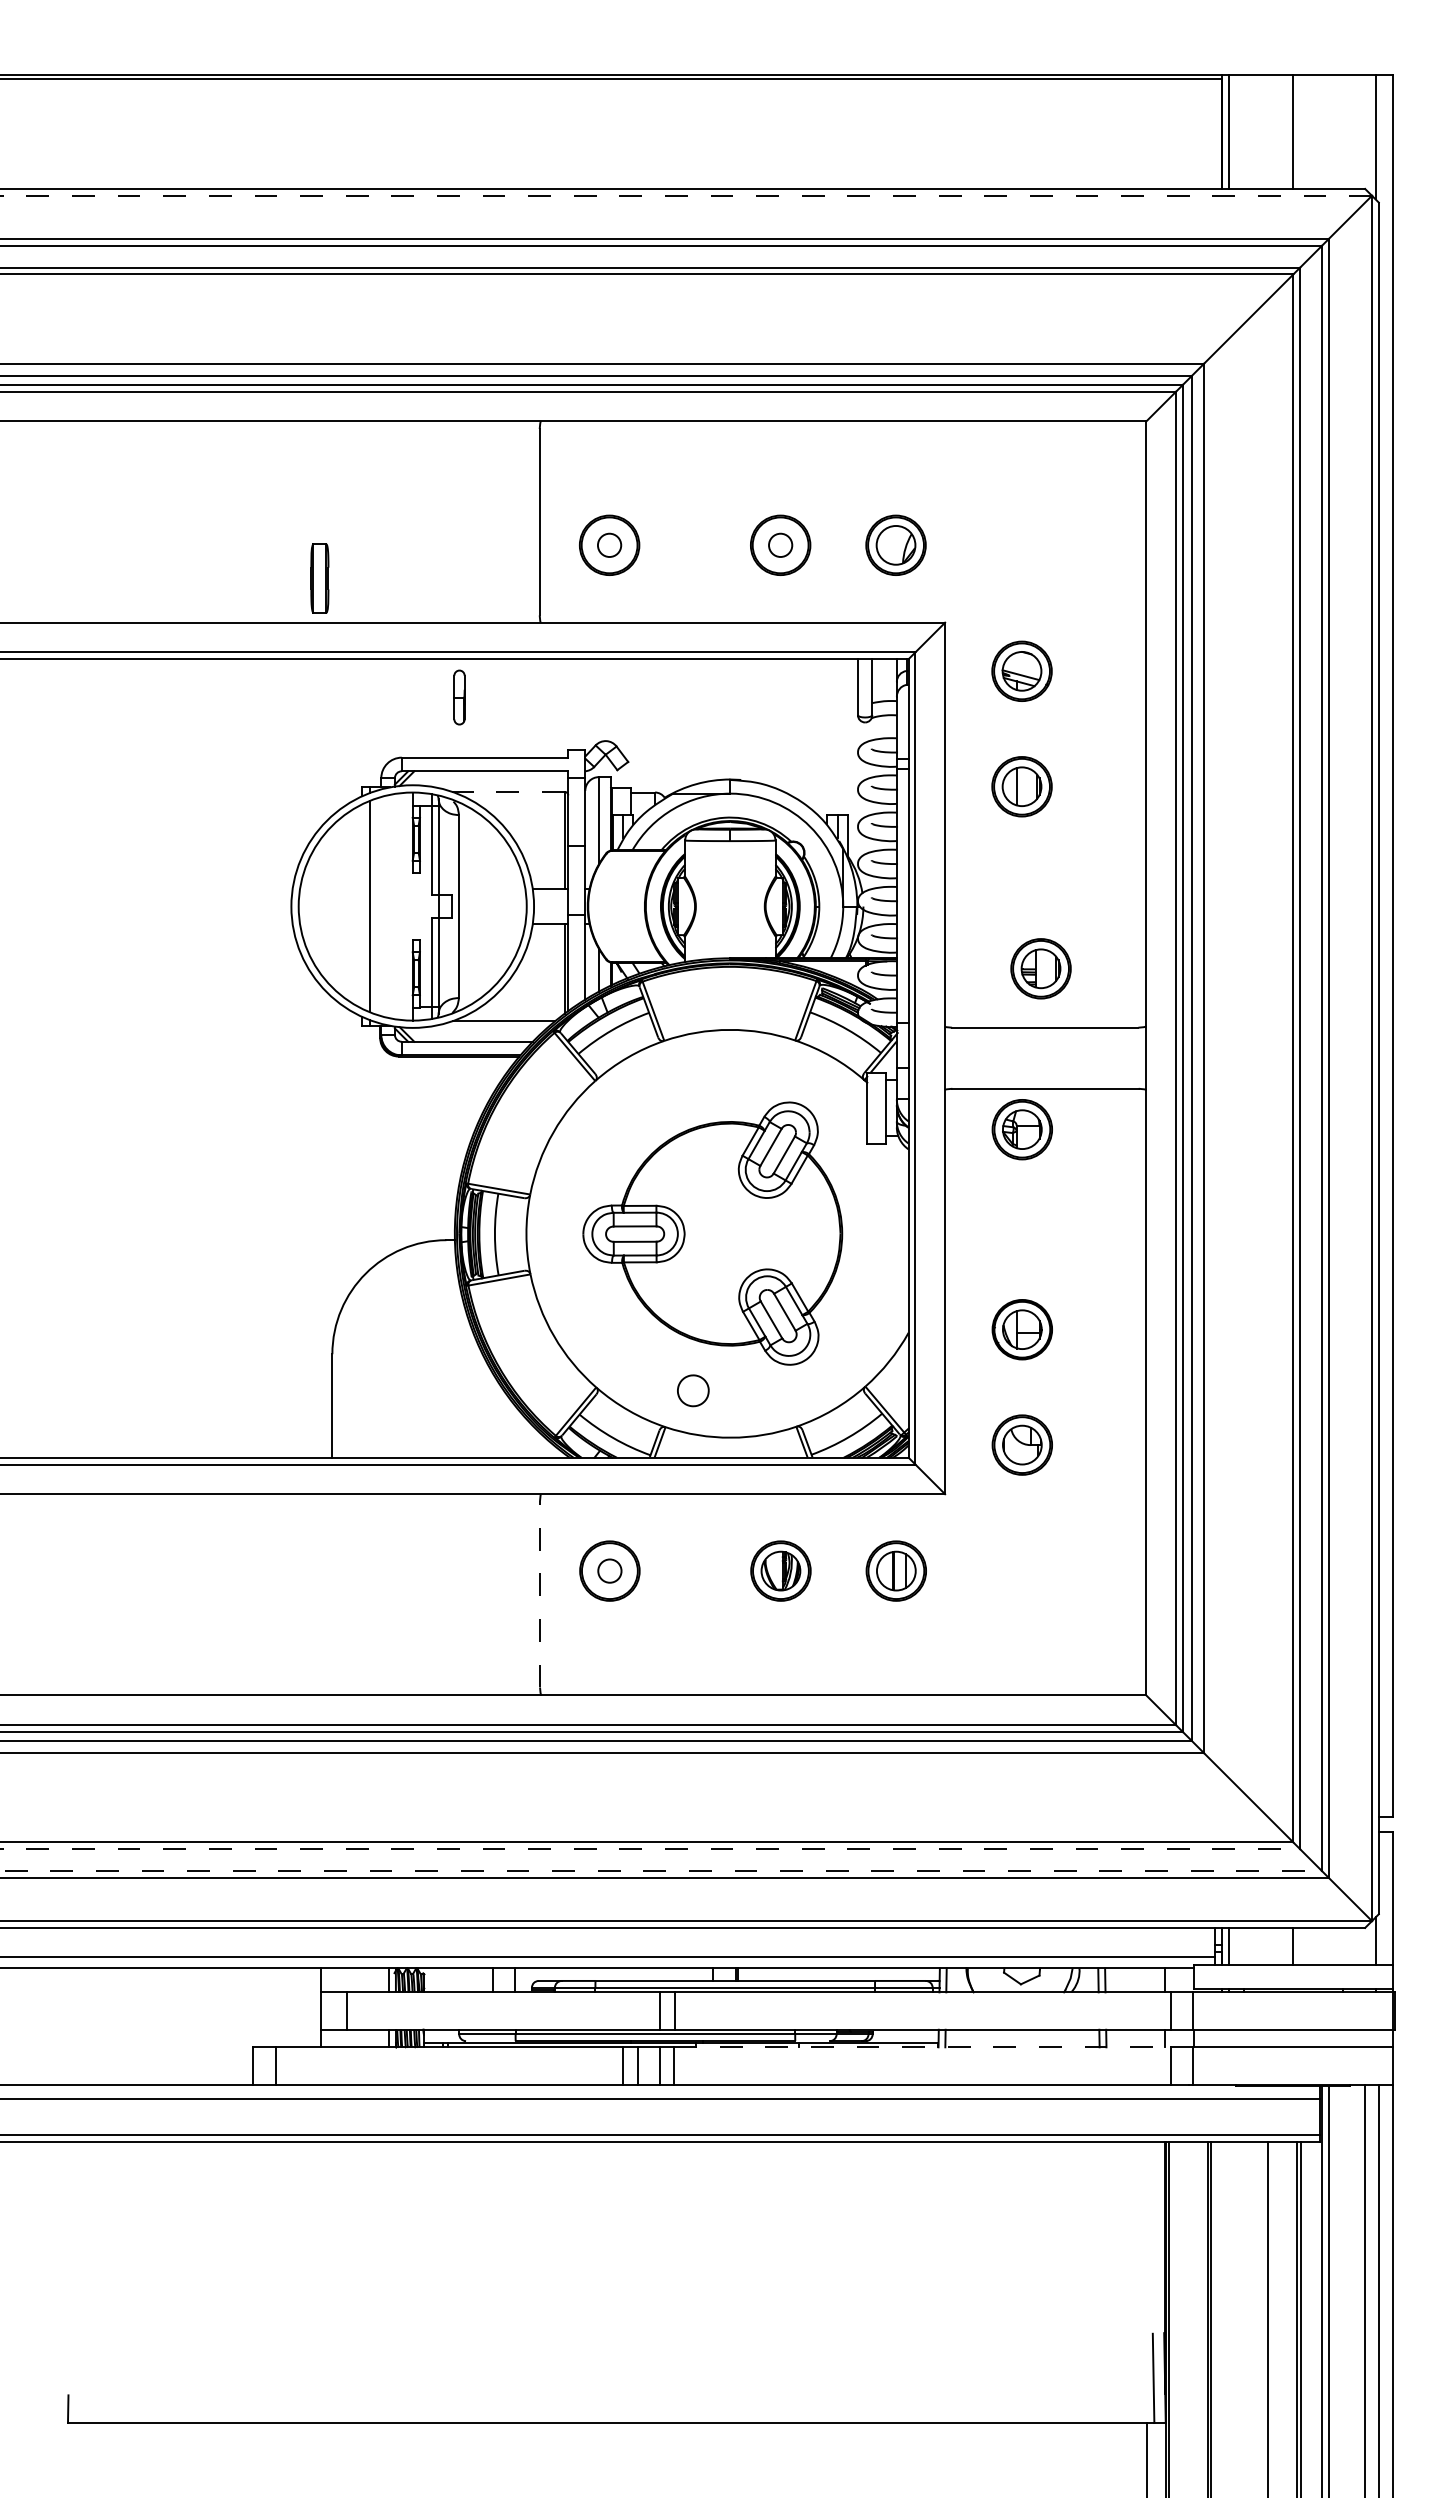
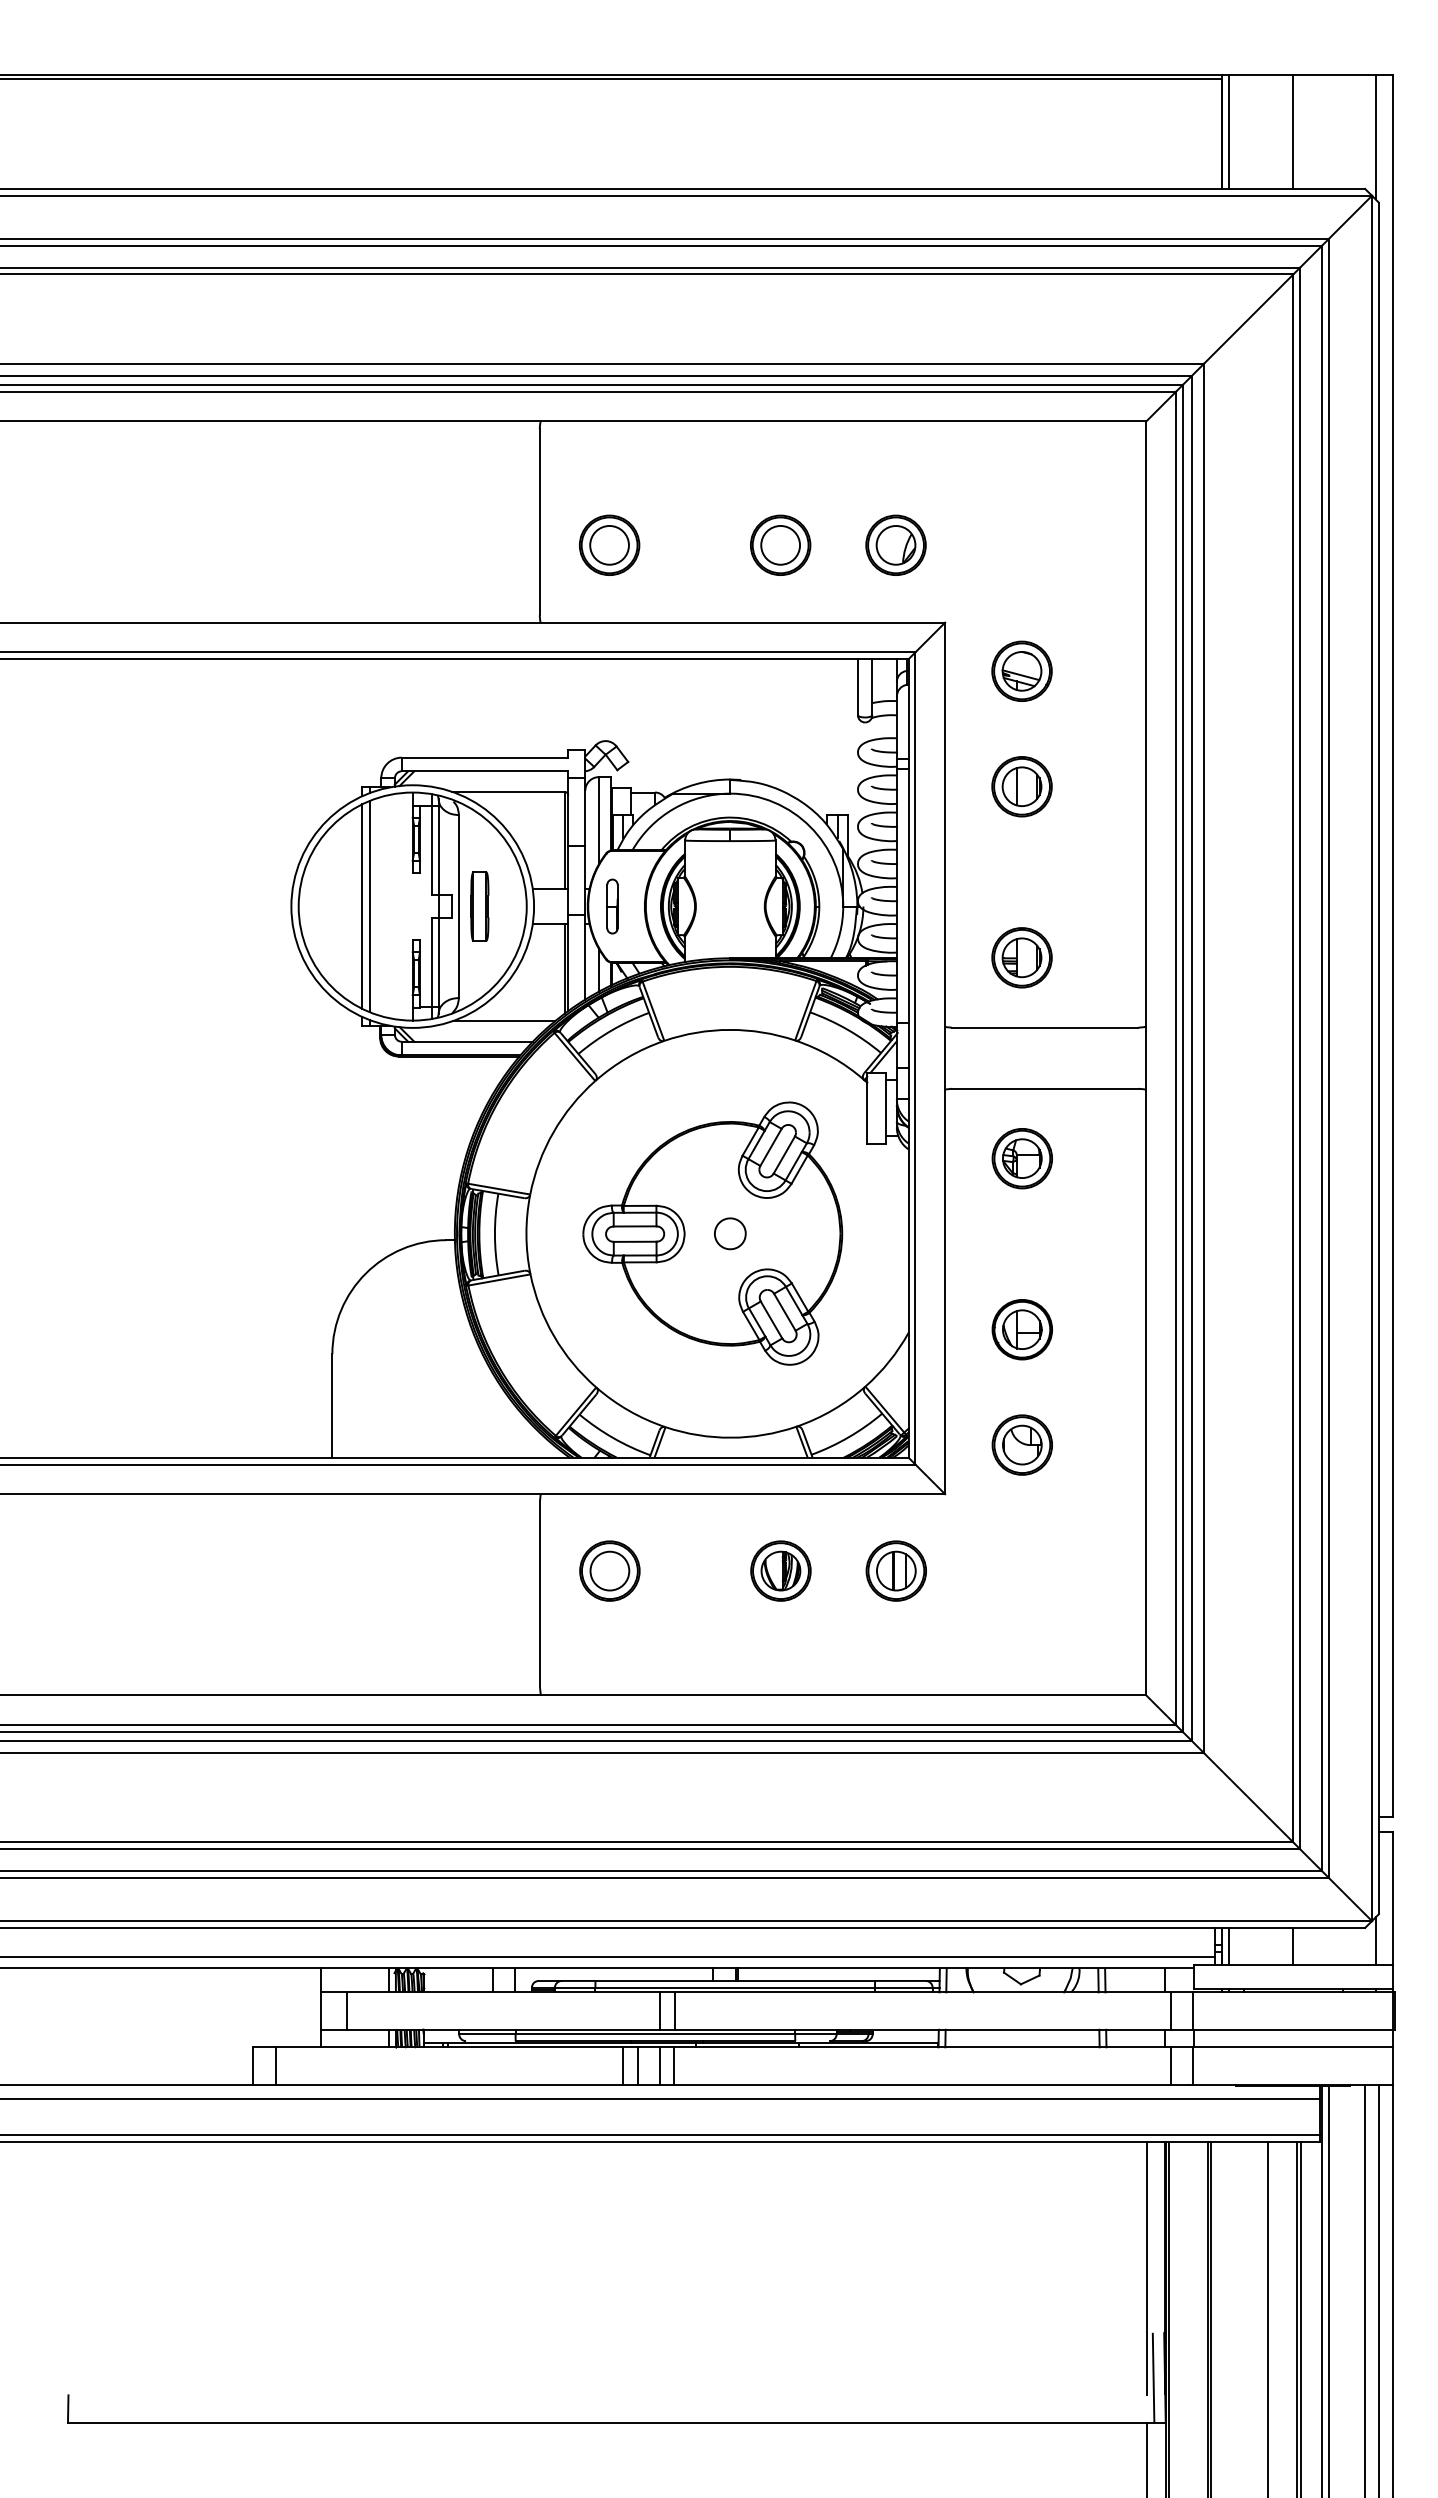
line at (685, 195): dashed -> solid
circle at (609, 545) diameter: 23 px -> 39 px
circle at (780, 545) diameter: 23 px -> 39 px
part at (319, 578) position: (319, 578) -> (479, 906)
part at (459, 697) position: (459, 697) -> (612, 906)
line at (508, 791): dashed -> solid
line at (362, 906): none -> present
part at (1040, 968) position: (1040, 968) -> (1021, 957)
part at (1021, 1129) position: (1021, 1129) -> (1021, 1158)
part at (693, 1390) position: (693, 1390) -> (730, 1233)
circle at (609, 1570) diameter: 23 px -> 39 px
line at (540, 1593): dashed -> solid
line at (650, 1849): dashed -> solid
line at (661, 1870): dashed -> solid
line at (922, 2047): dashed -> solid
line at (1146, 2268): none -> present
